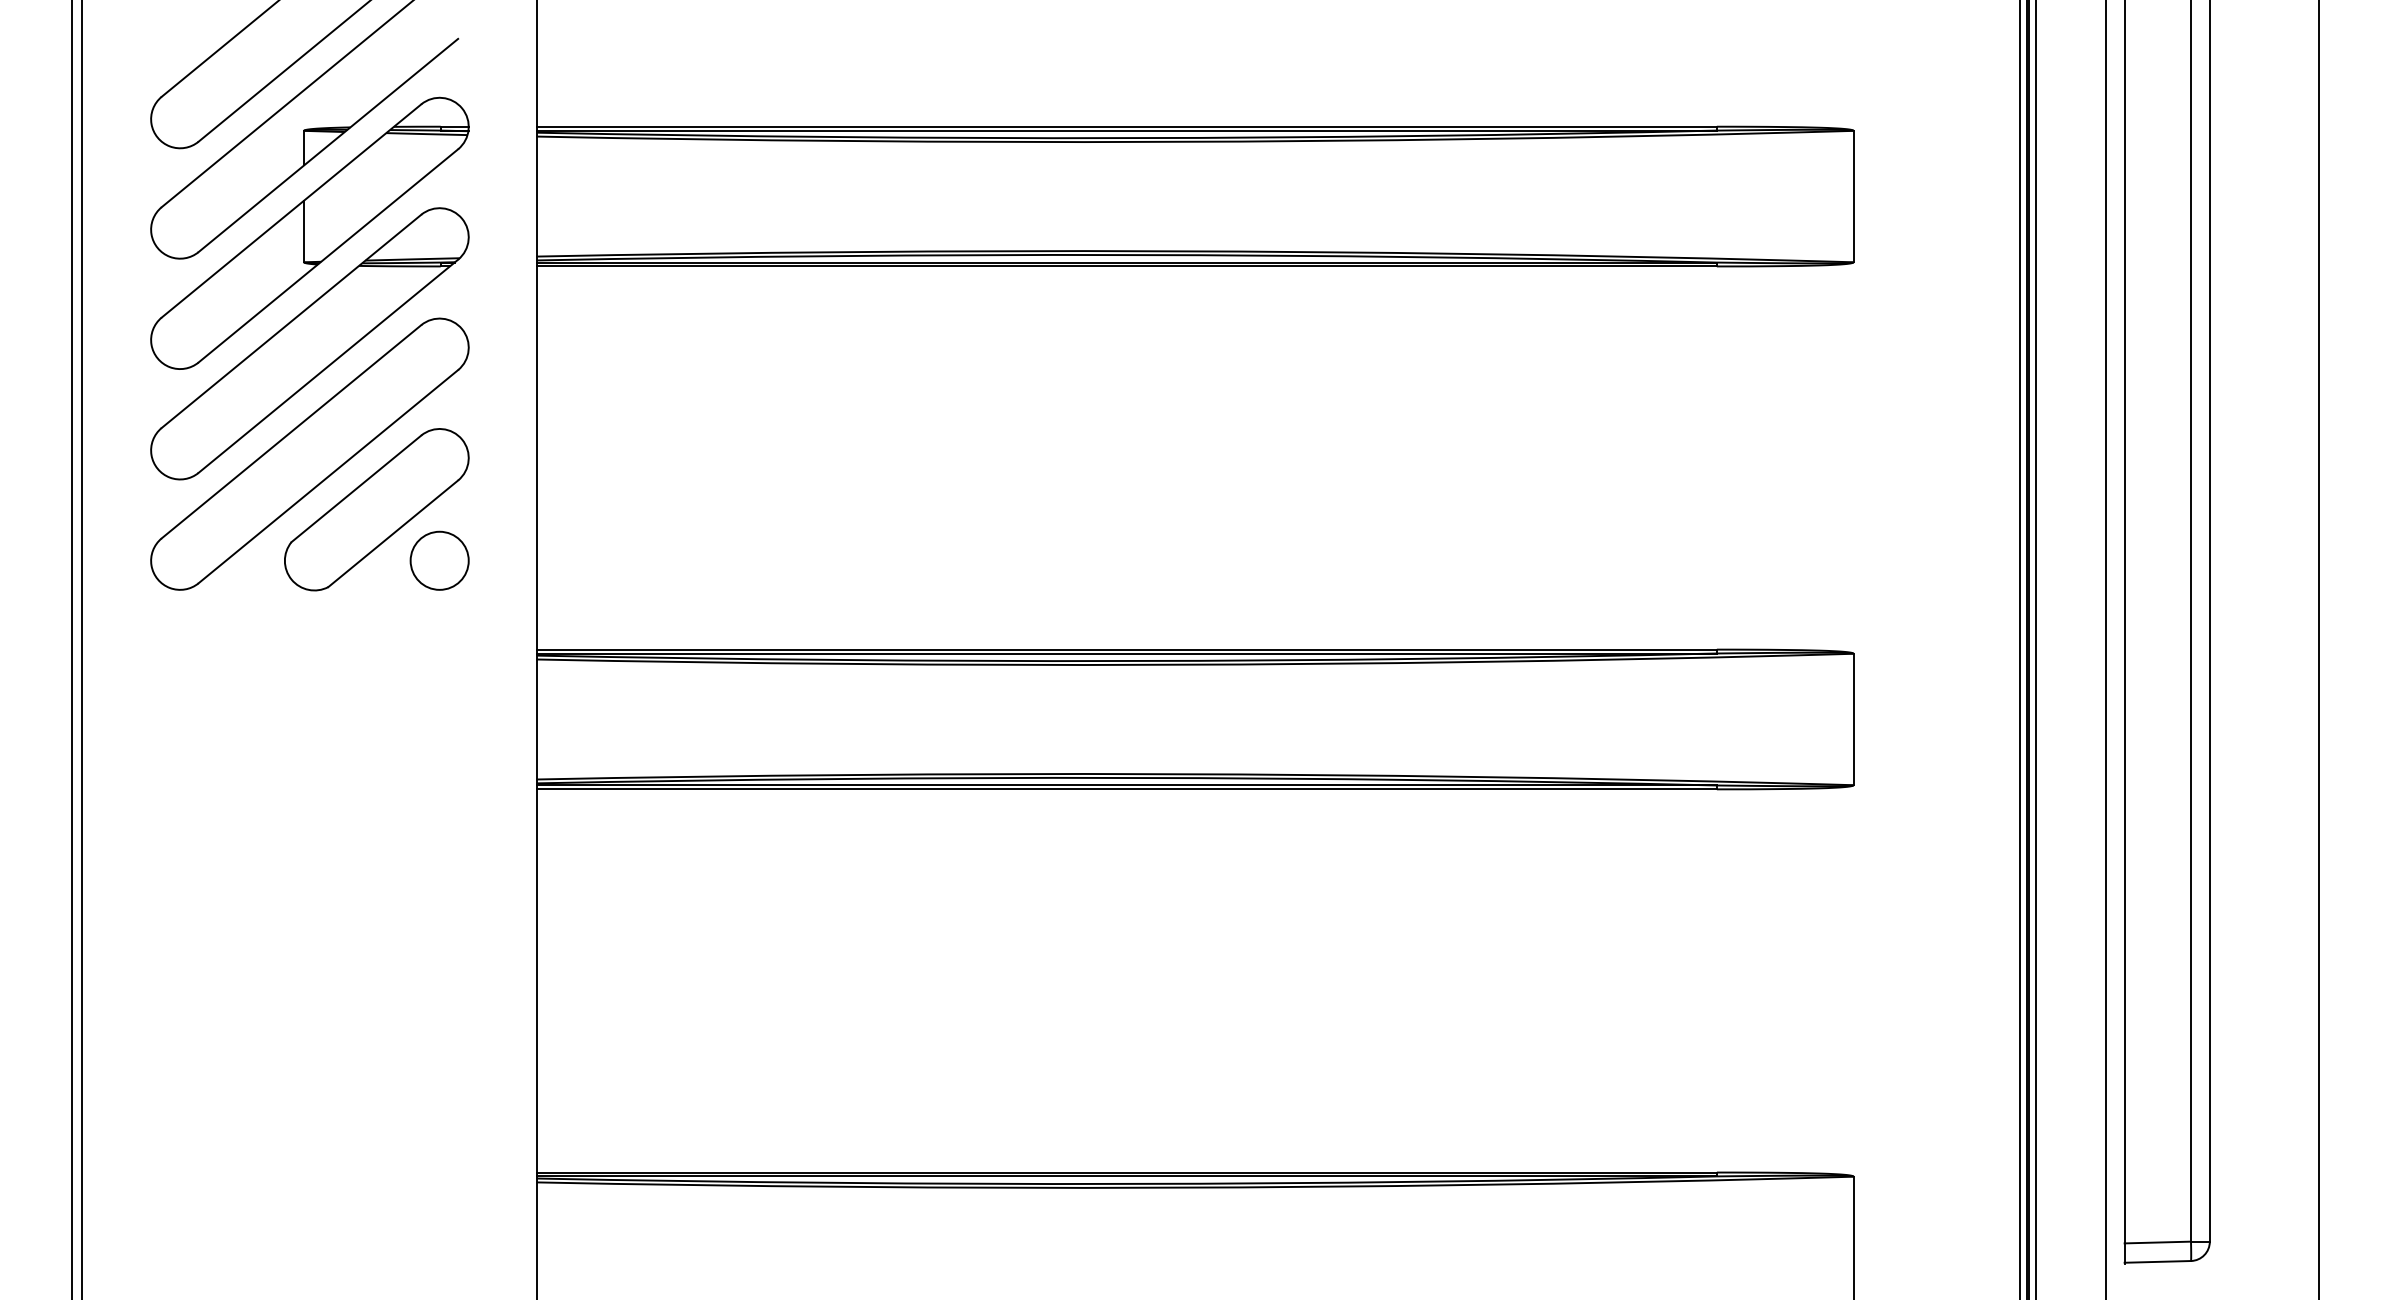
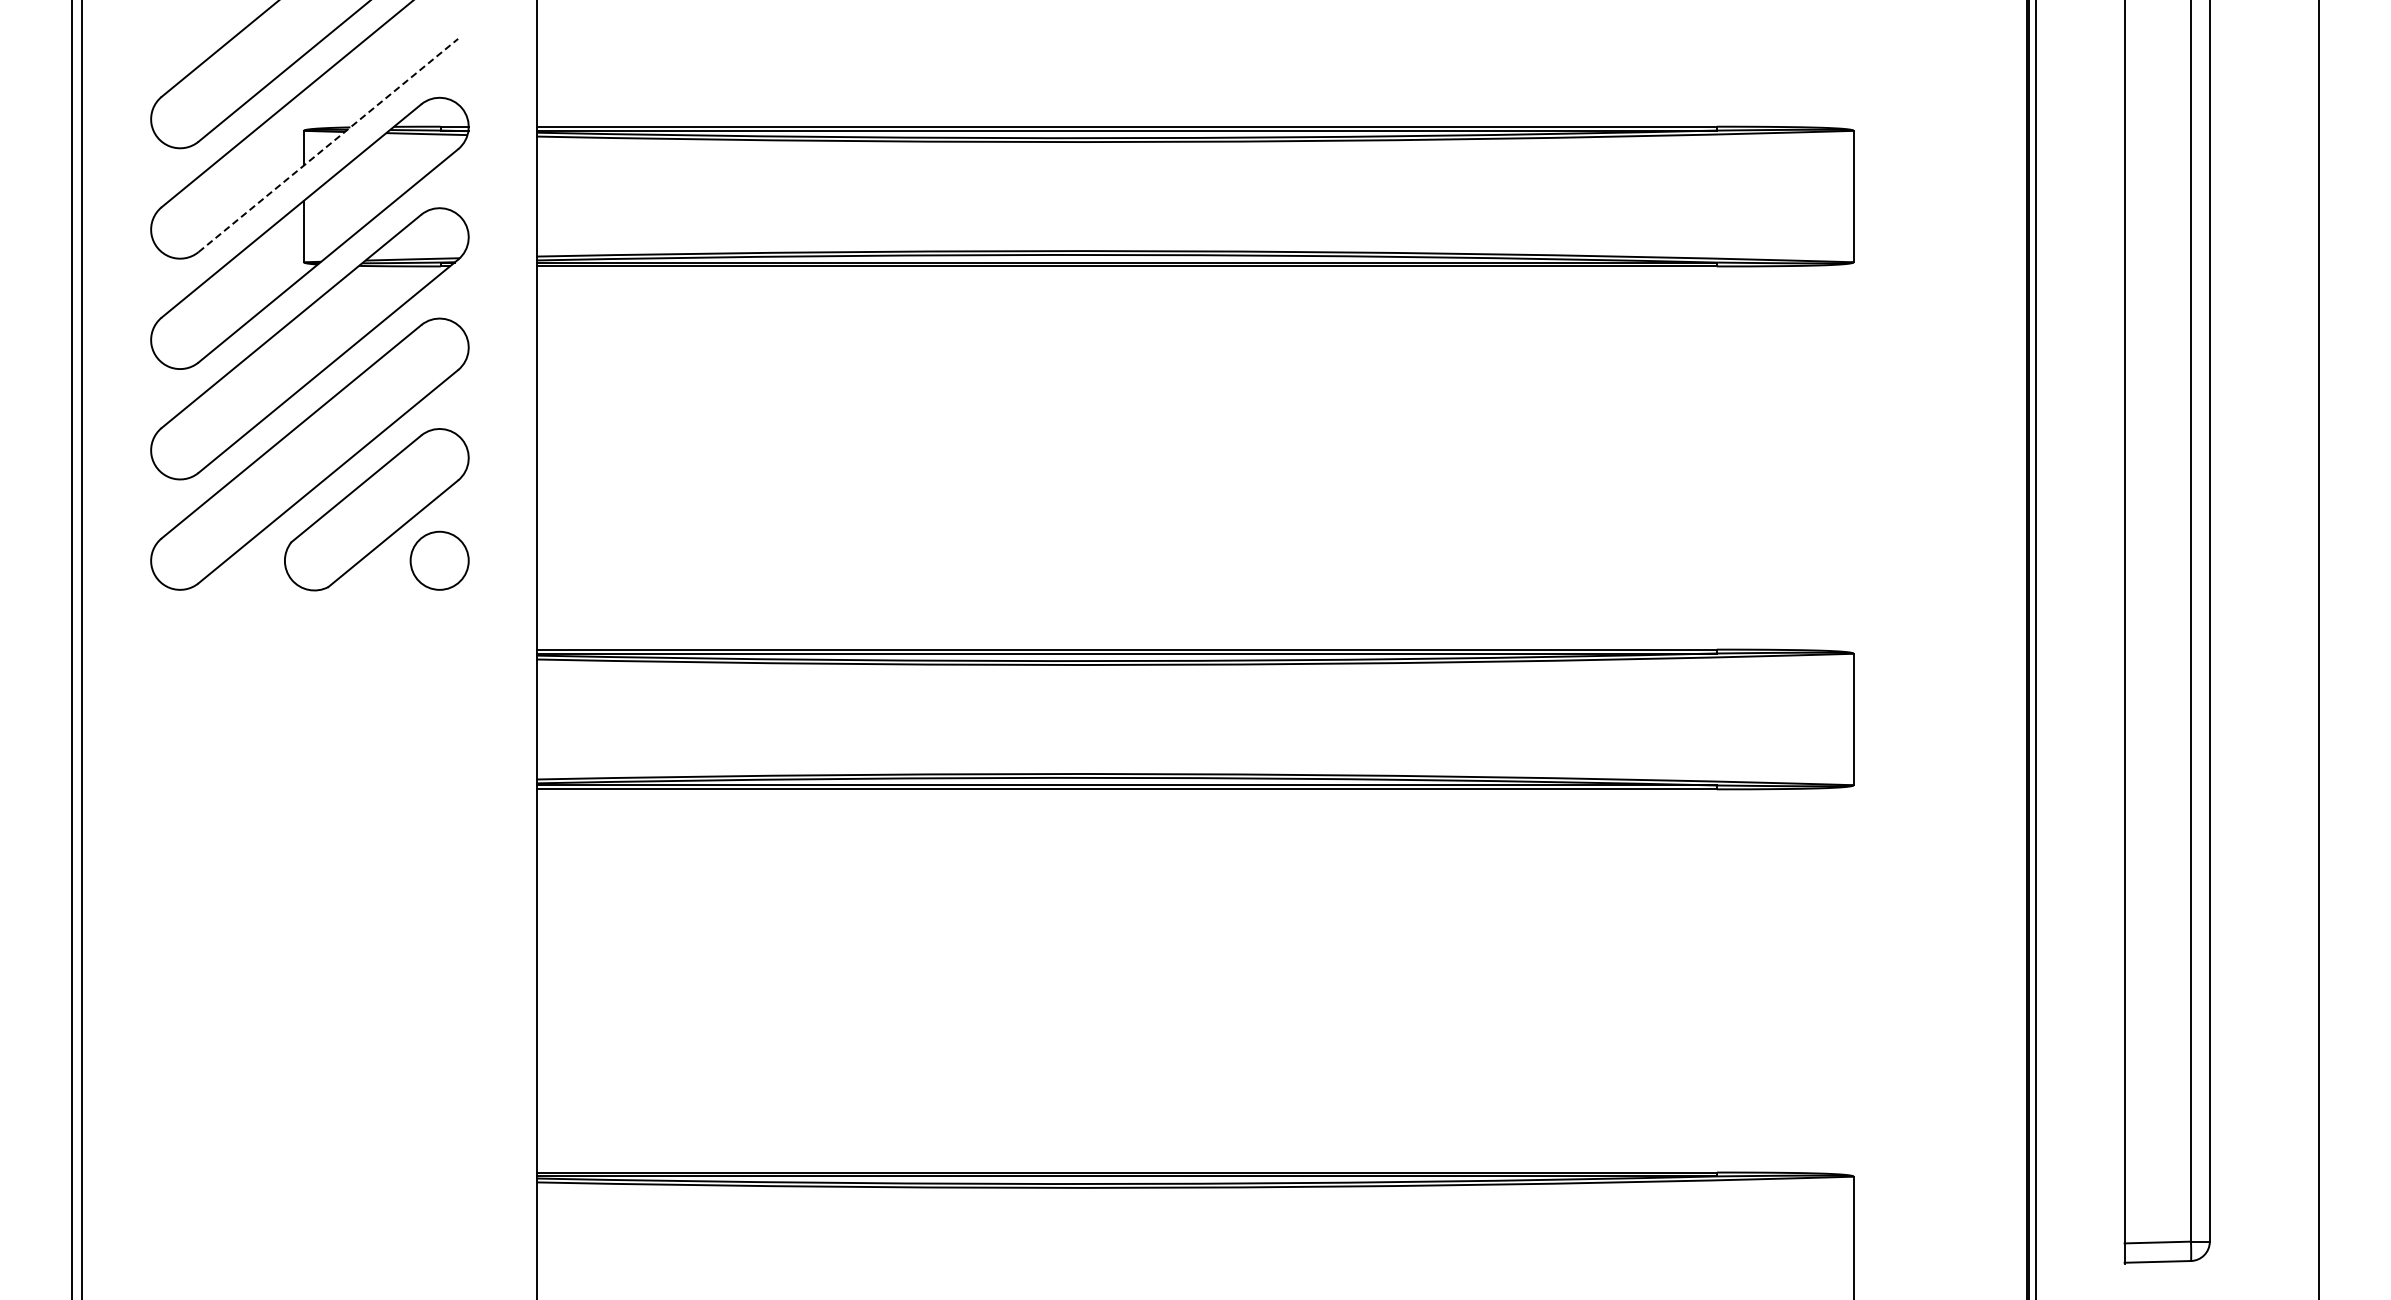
line at (328, 145): solid -> dashed
line at (2019, 649): present -> none
line at (2105, 649): present -> none
